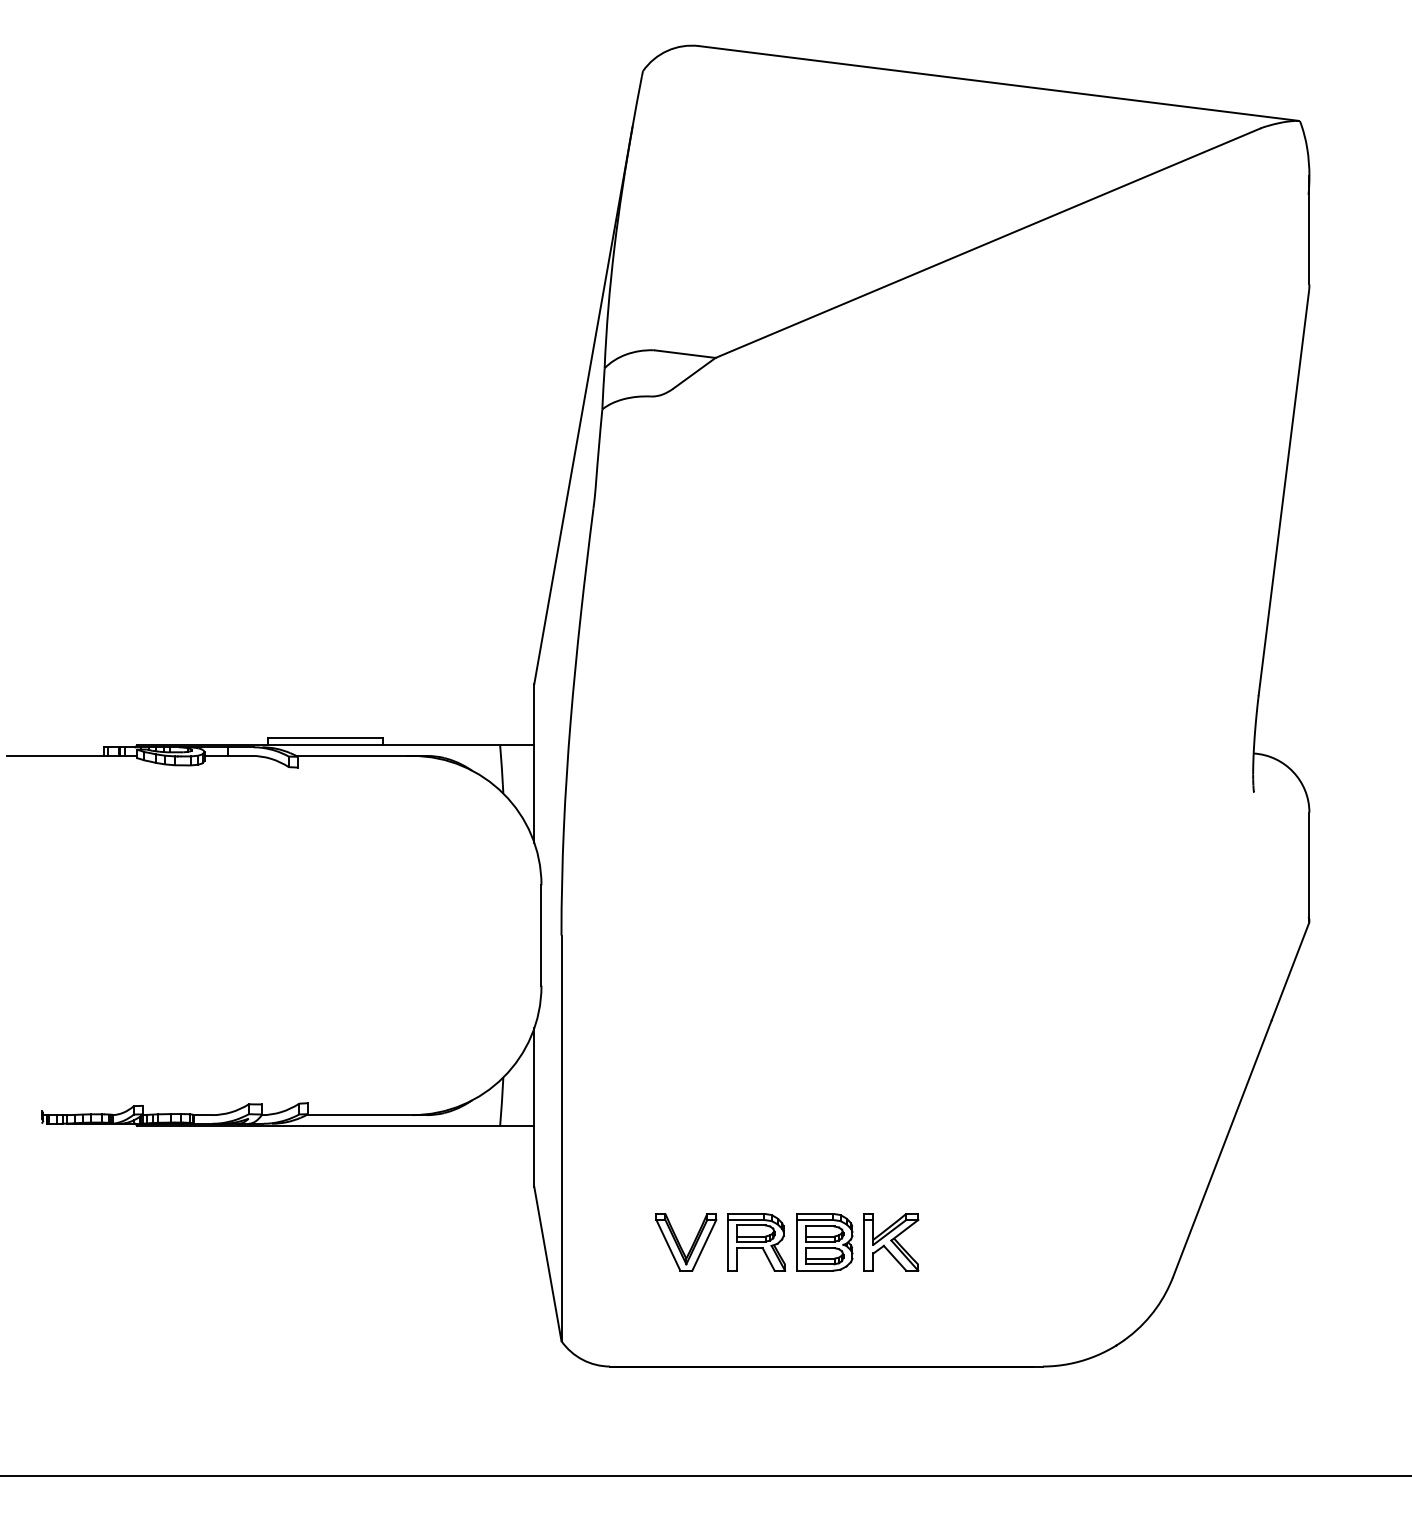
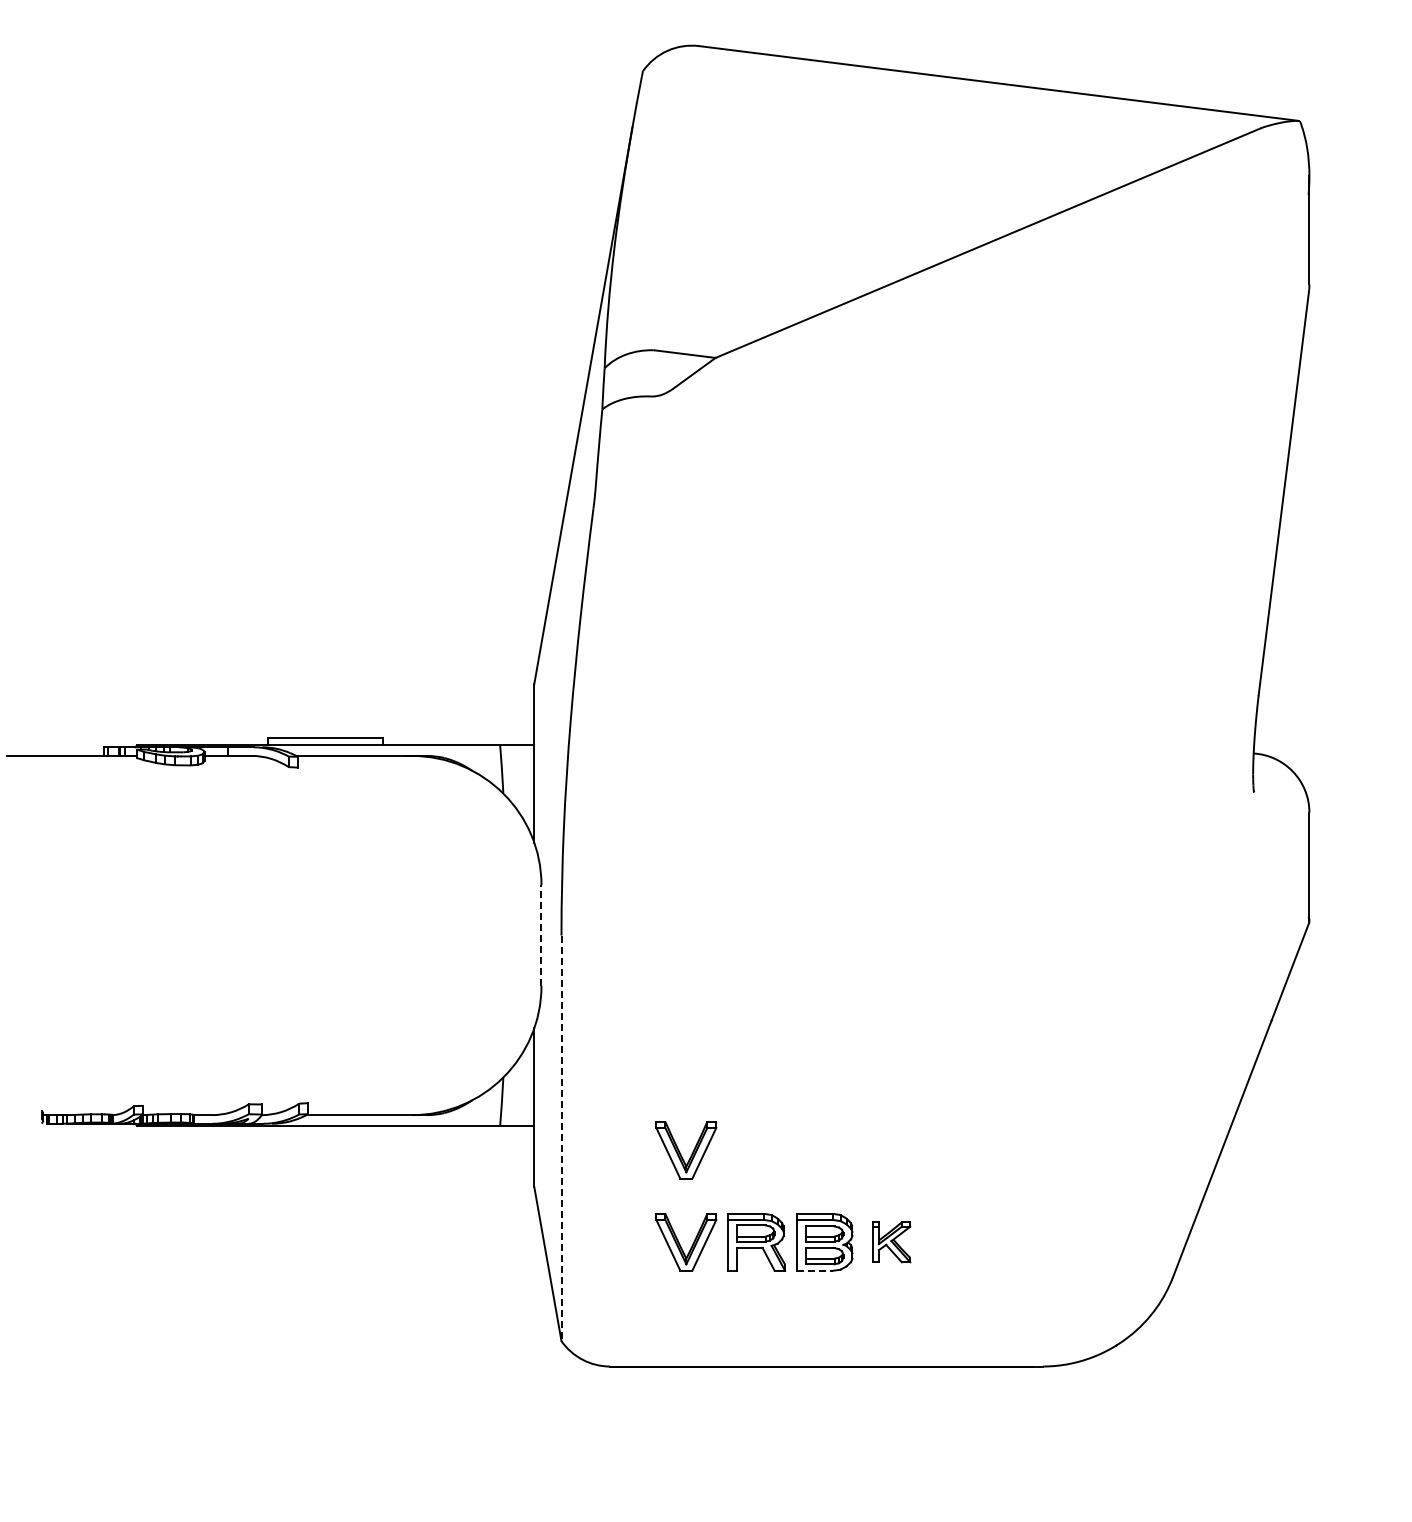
line at (541, 935): solid -> dashed
line at (561, 1138): solid -> dashed
part at (686, 1150): none -> present
part at (891, 1242) size: 57x59 px -> 40x43 px
line at (815, 1270): solid -> dashed
line at (705, 1476): present -> none
